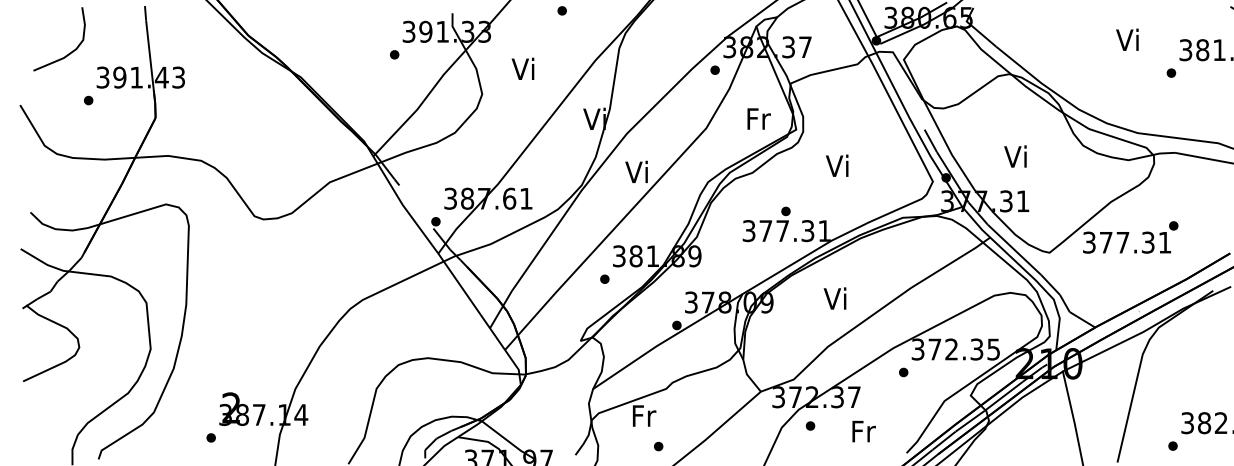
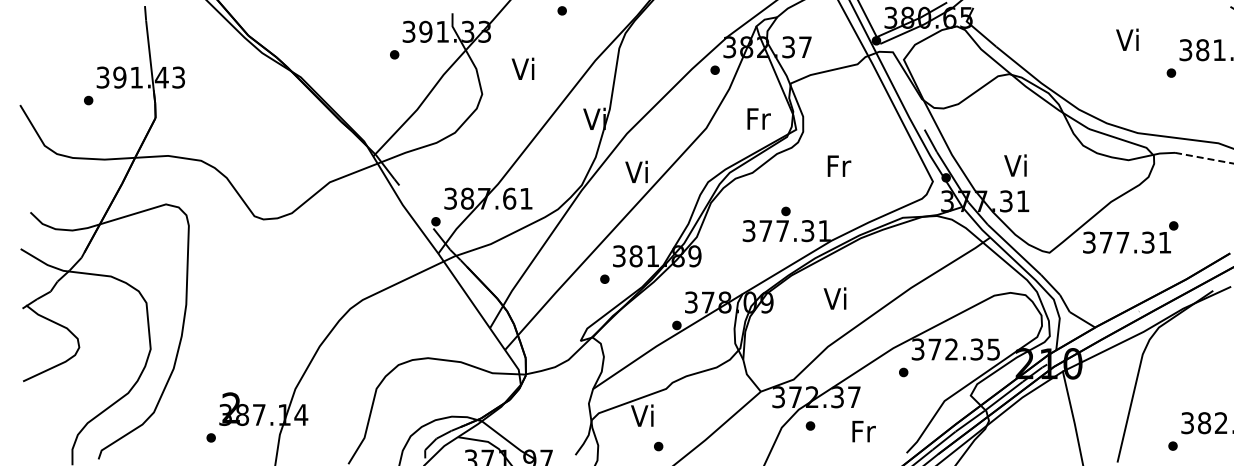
curve at (69, 52): present -> none
text at (1015, 156) position: (1015, 156) -> (1015, 165)
line at (1204, 158): solid -> dashed
text at (838, 165): Vi -> Fr
text at (643, 415): Fr -> Vi
